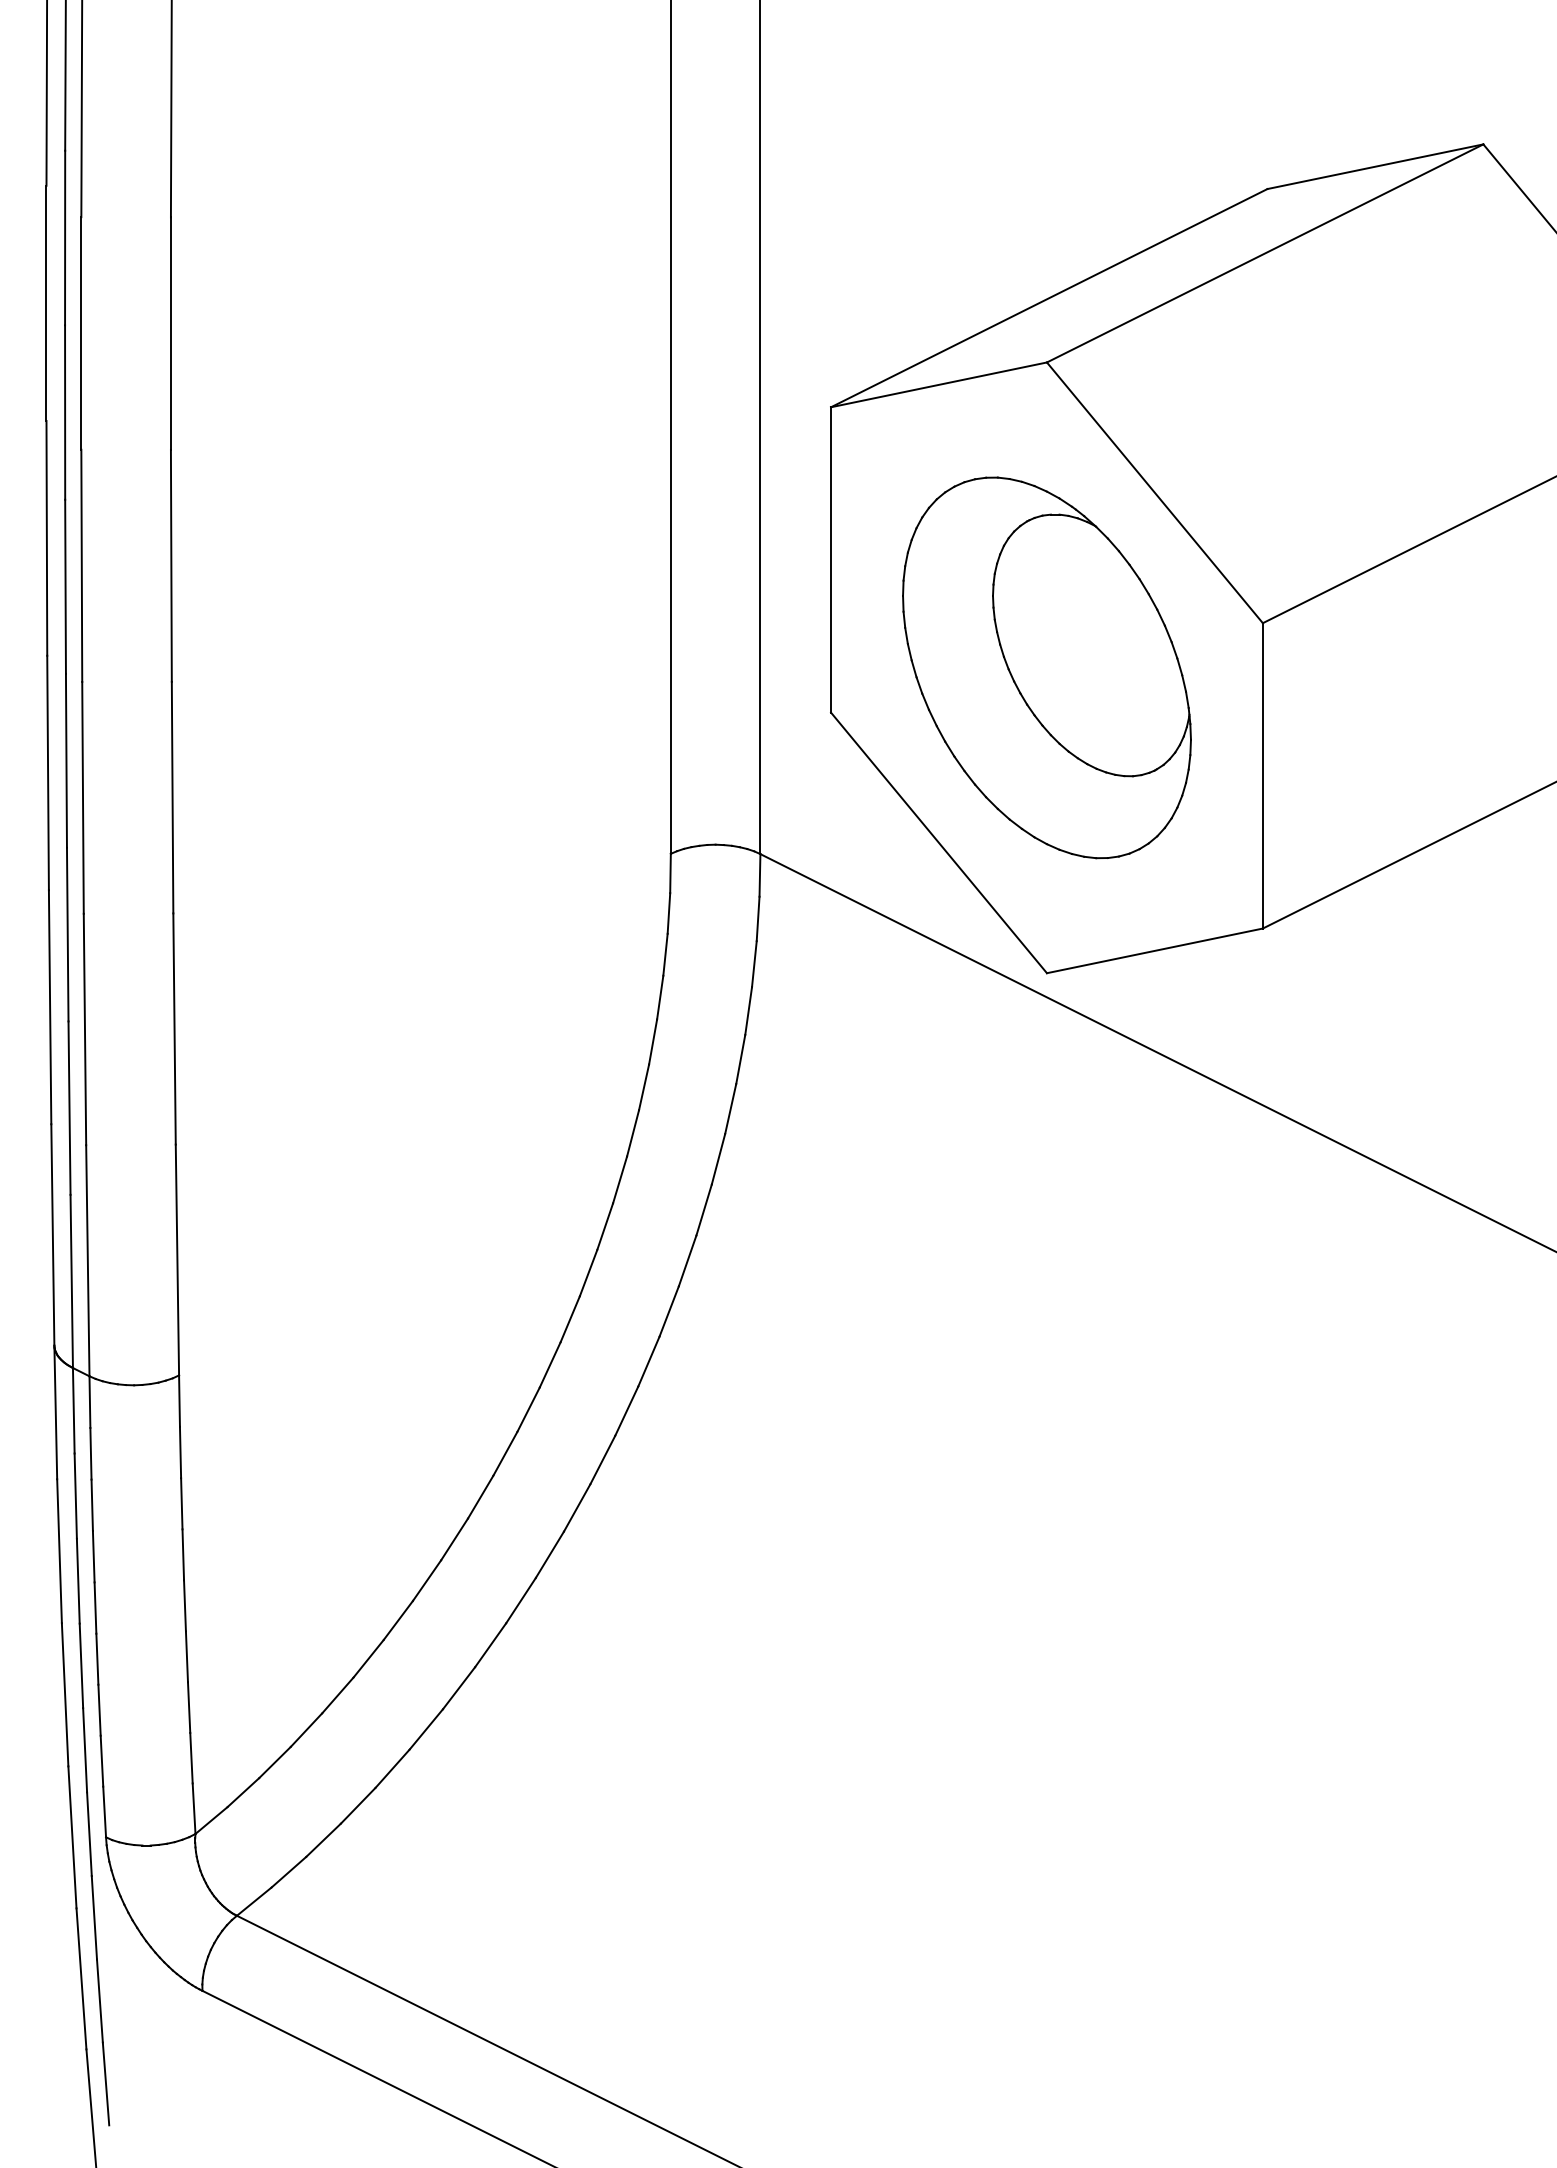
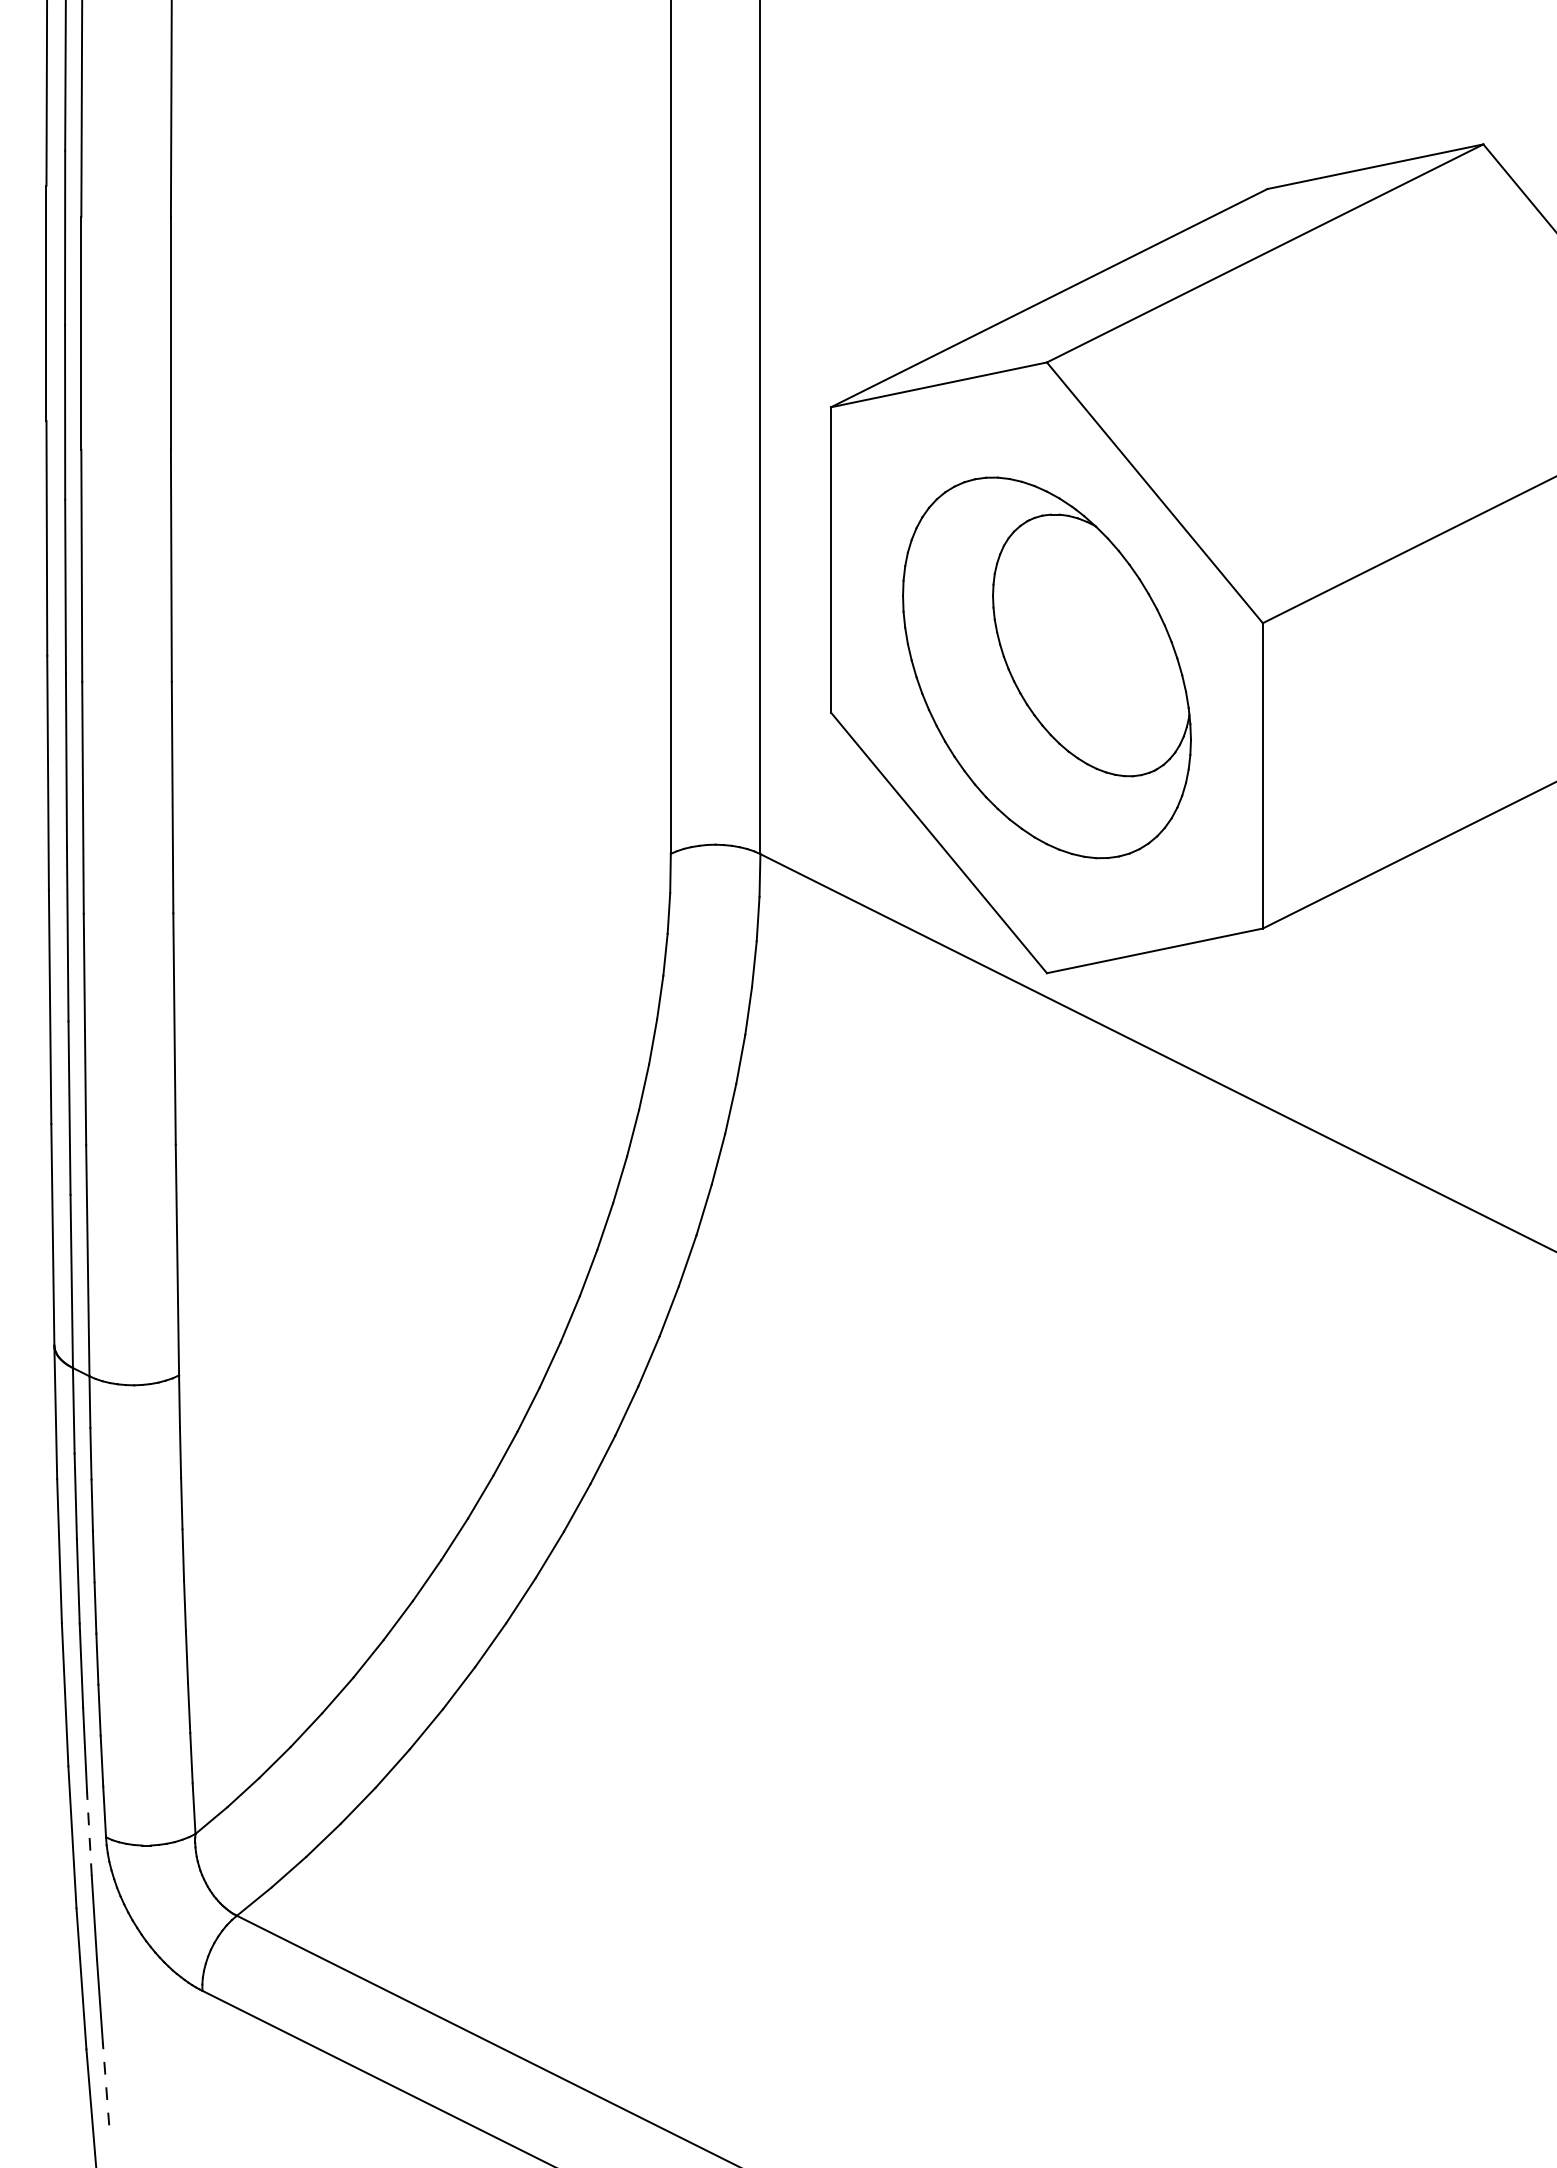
line at (89, 1834): solid -> dashed
line at (106, 2083): solid -> dashed
